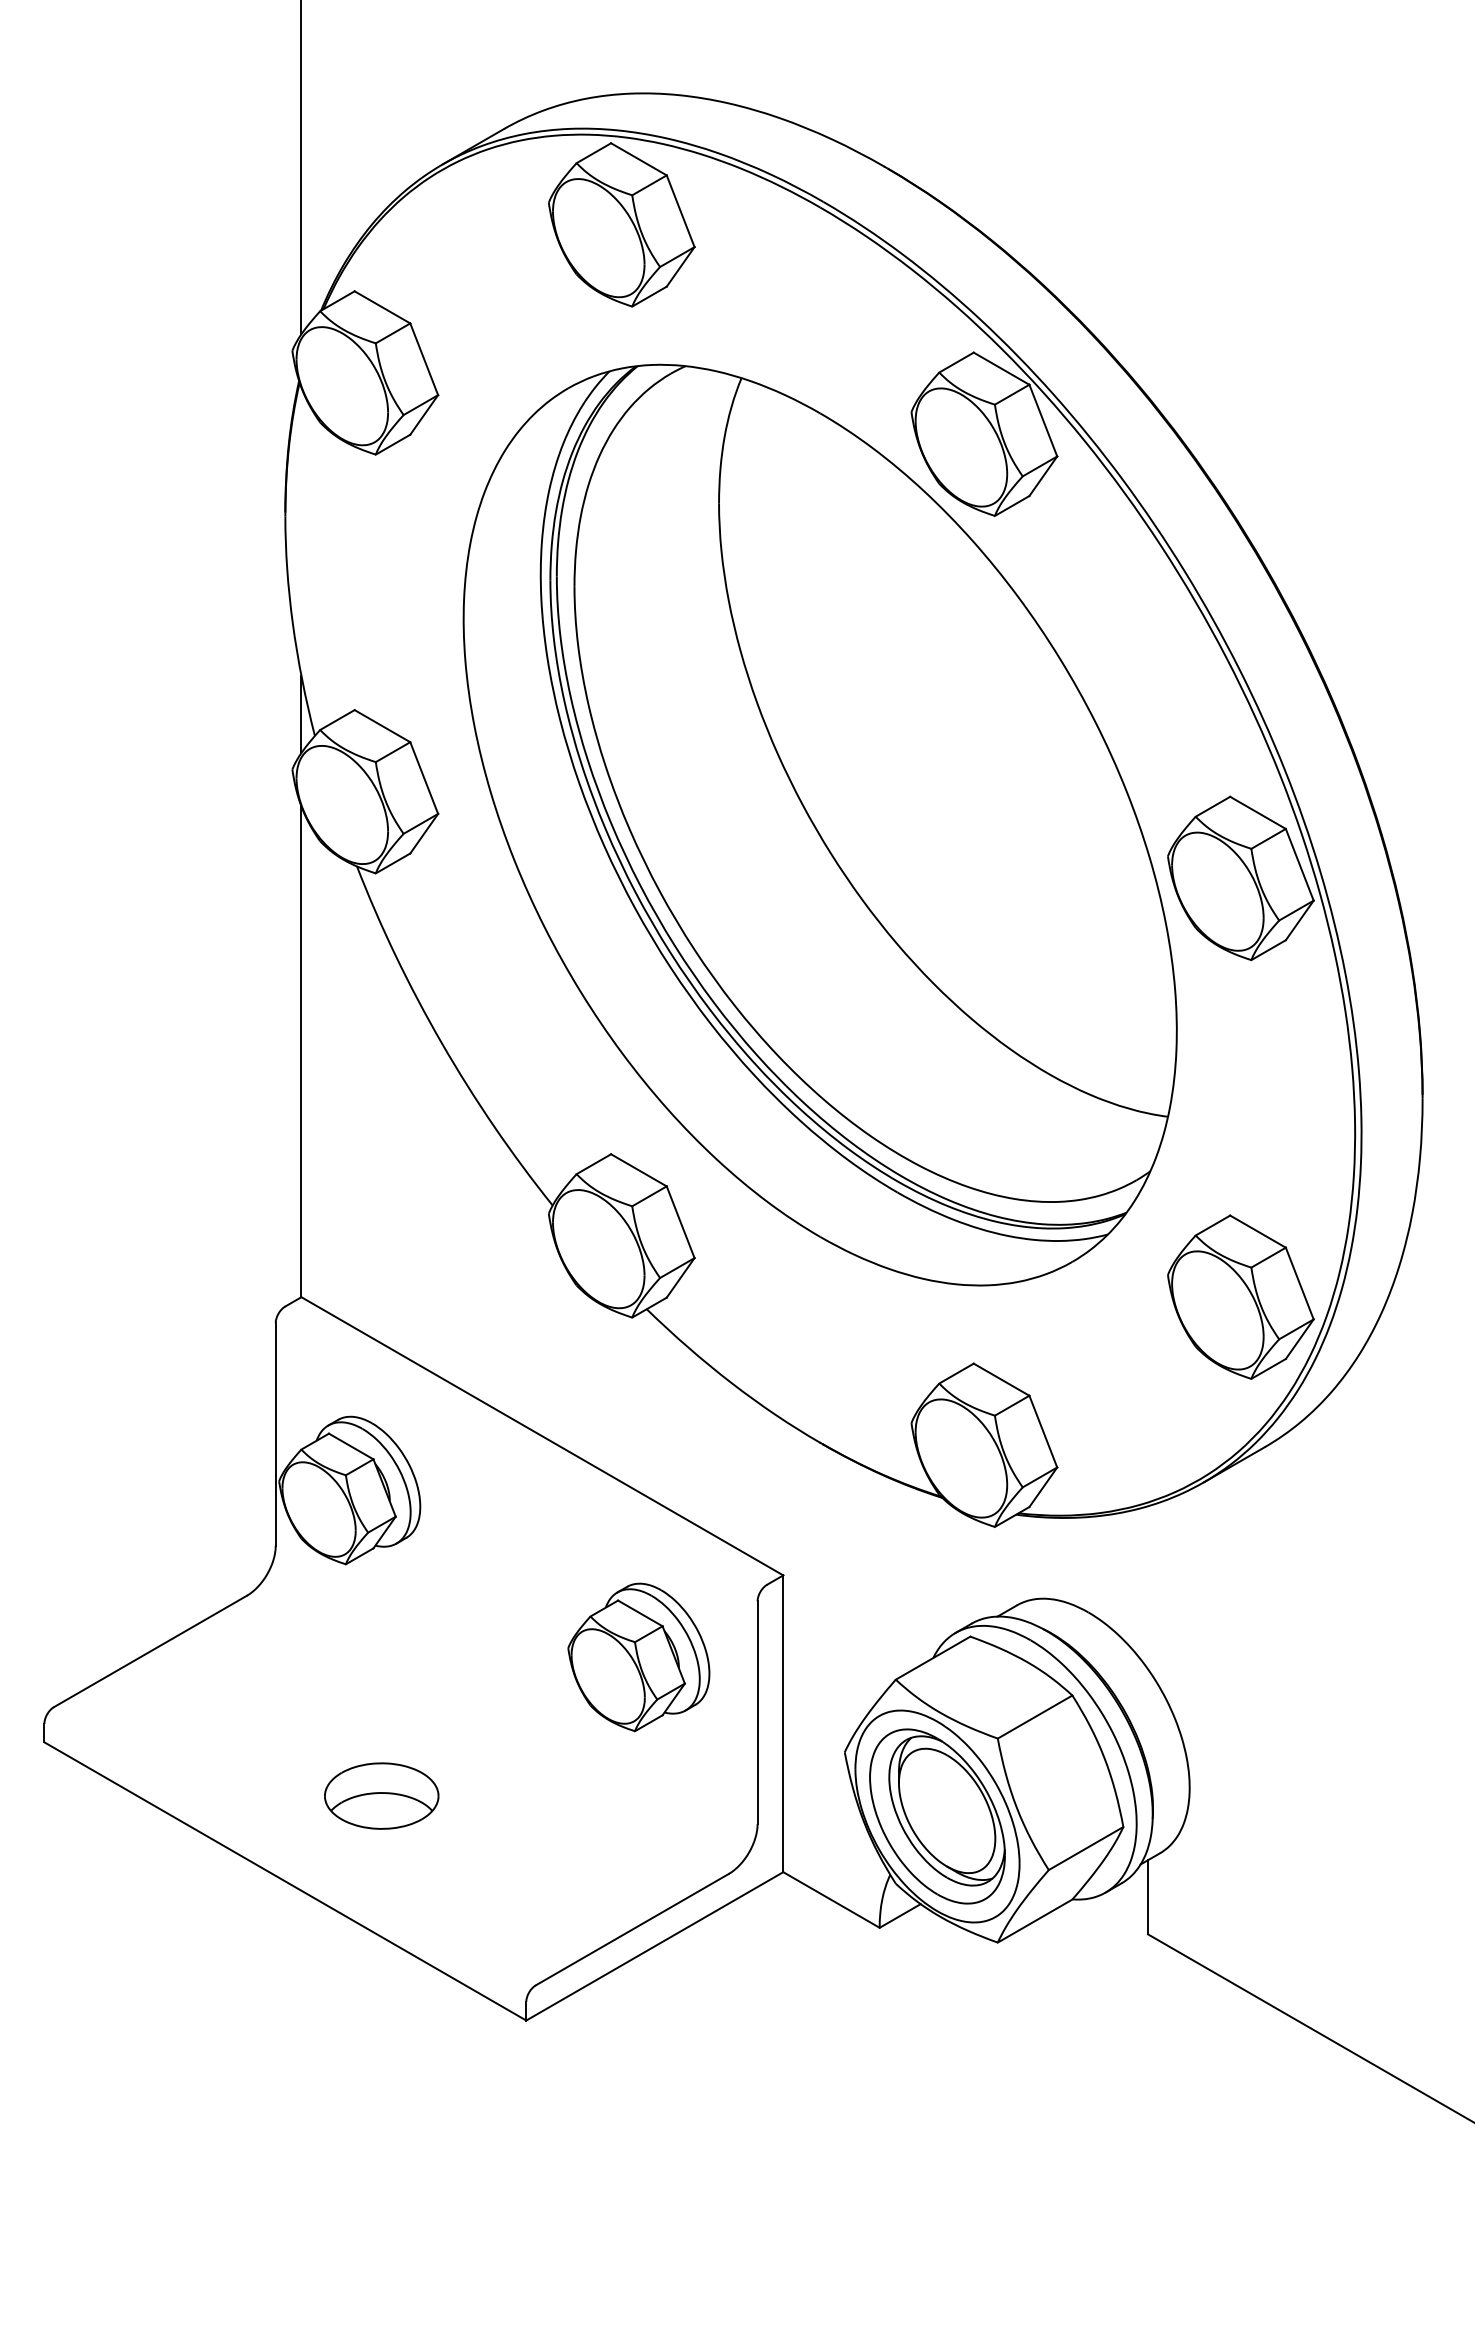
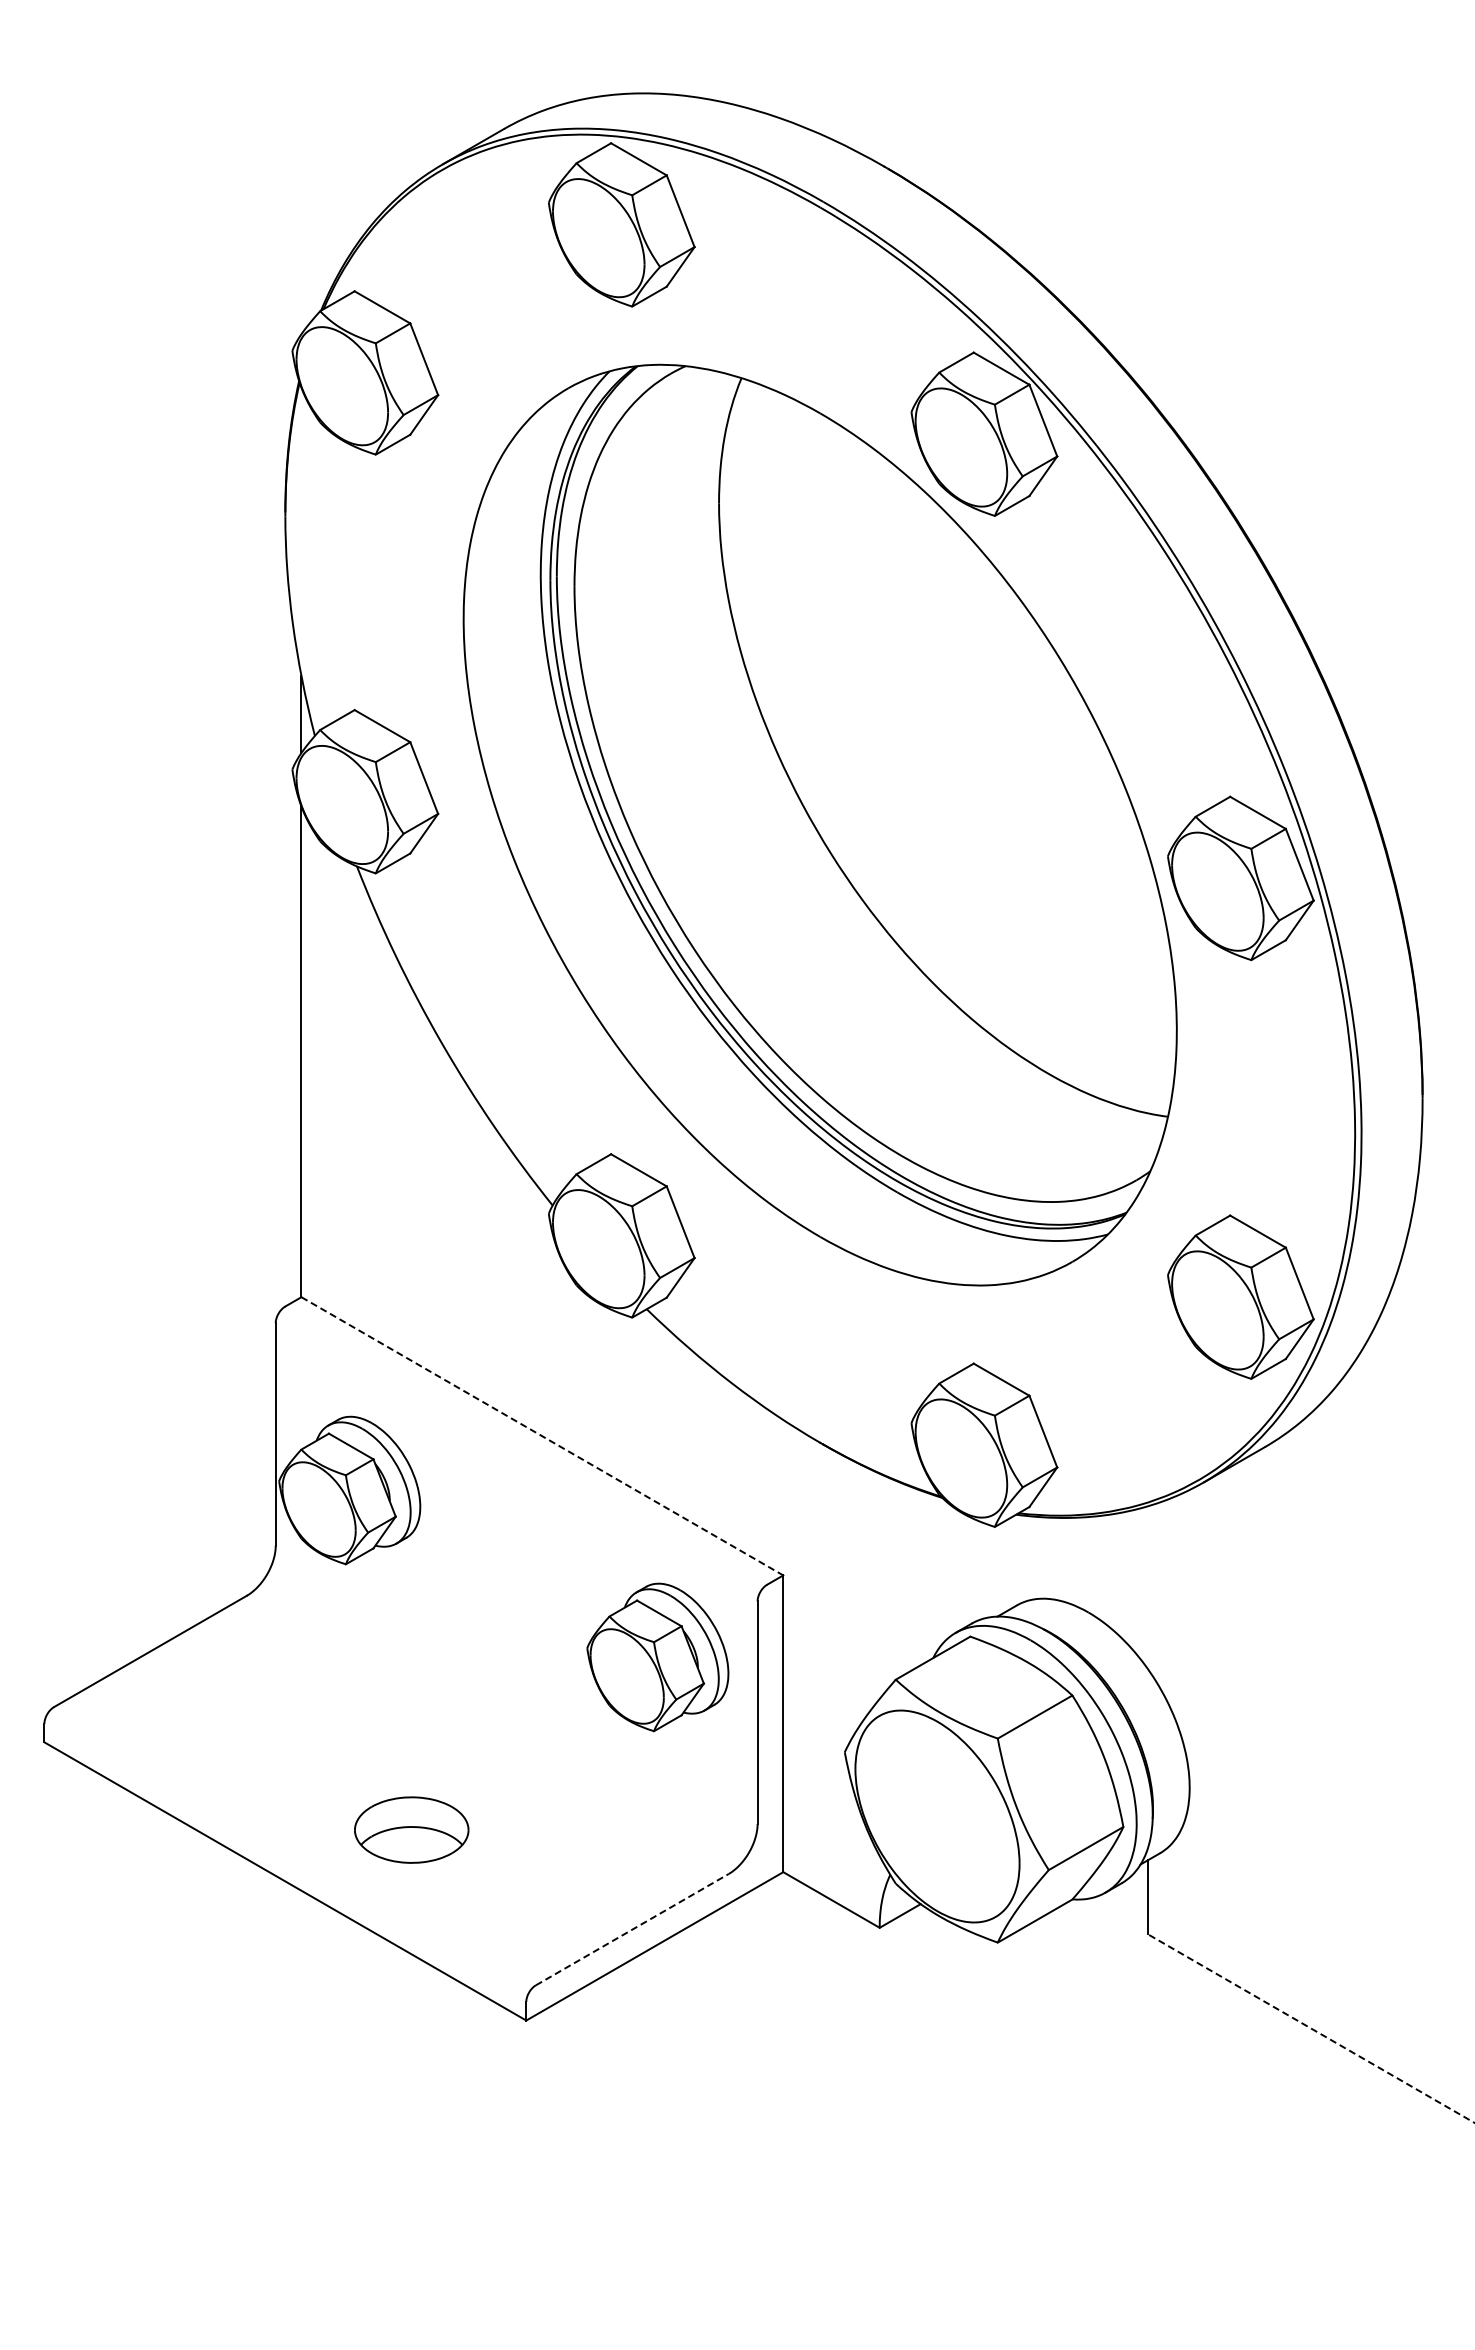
line at (301, 168): present -> none
line at (542, 1436): solid -> dashed
part at (638, 1657) position: (638, 1657) -> (657, 1657)
part at (381, 1795) position: (381, 1795) -> (411, 1829)
part at (937, 1816): present -> none
line at (632, 1929): solid -> dashed
line at (1310, 2028): solid -> dashed
